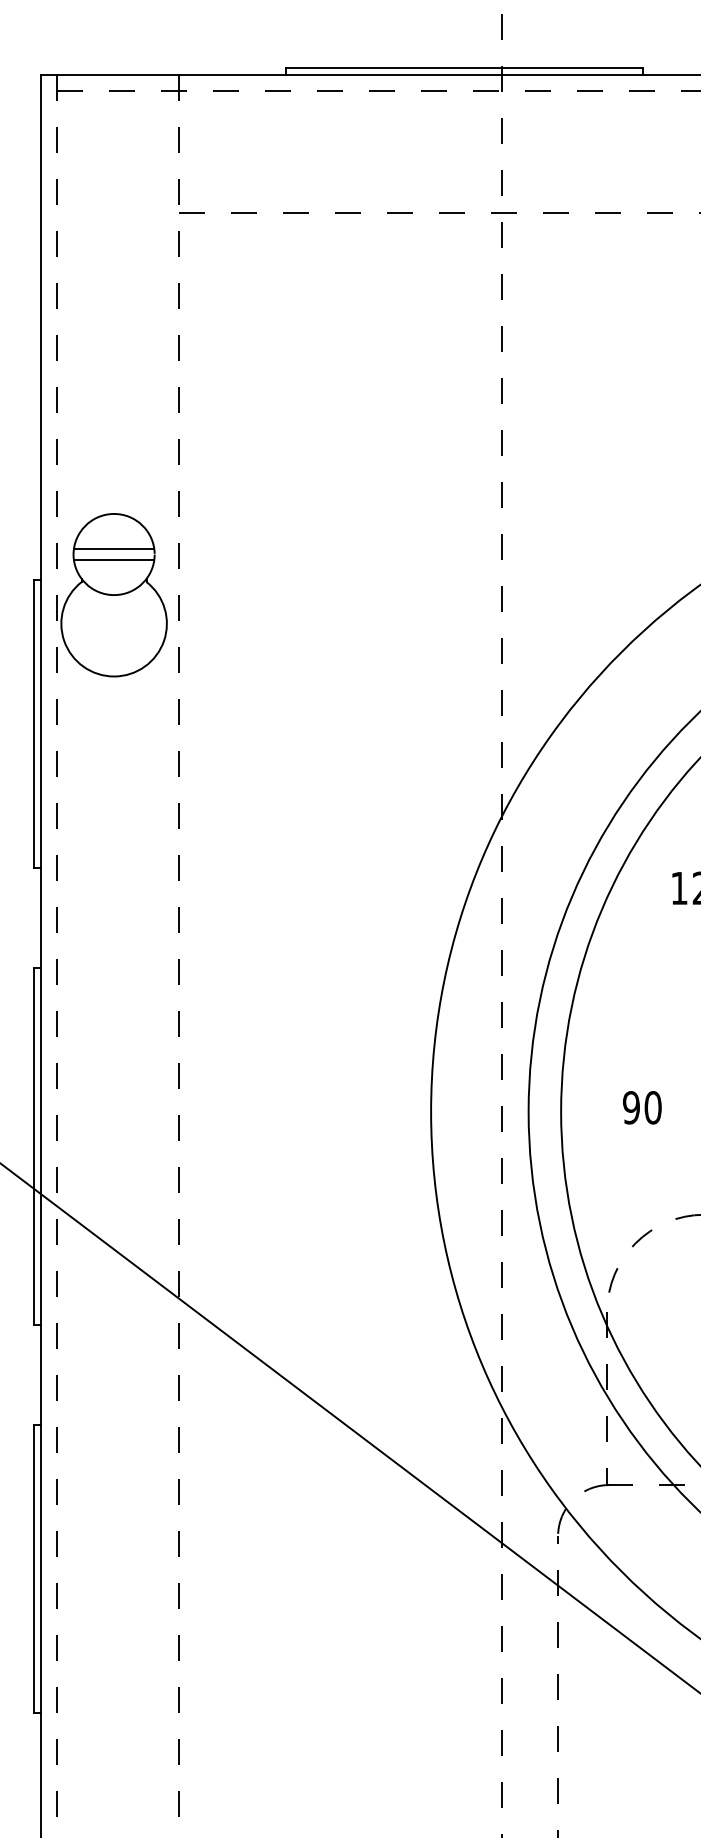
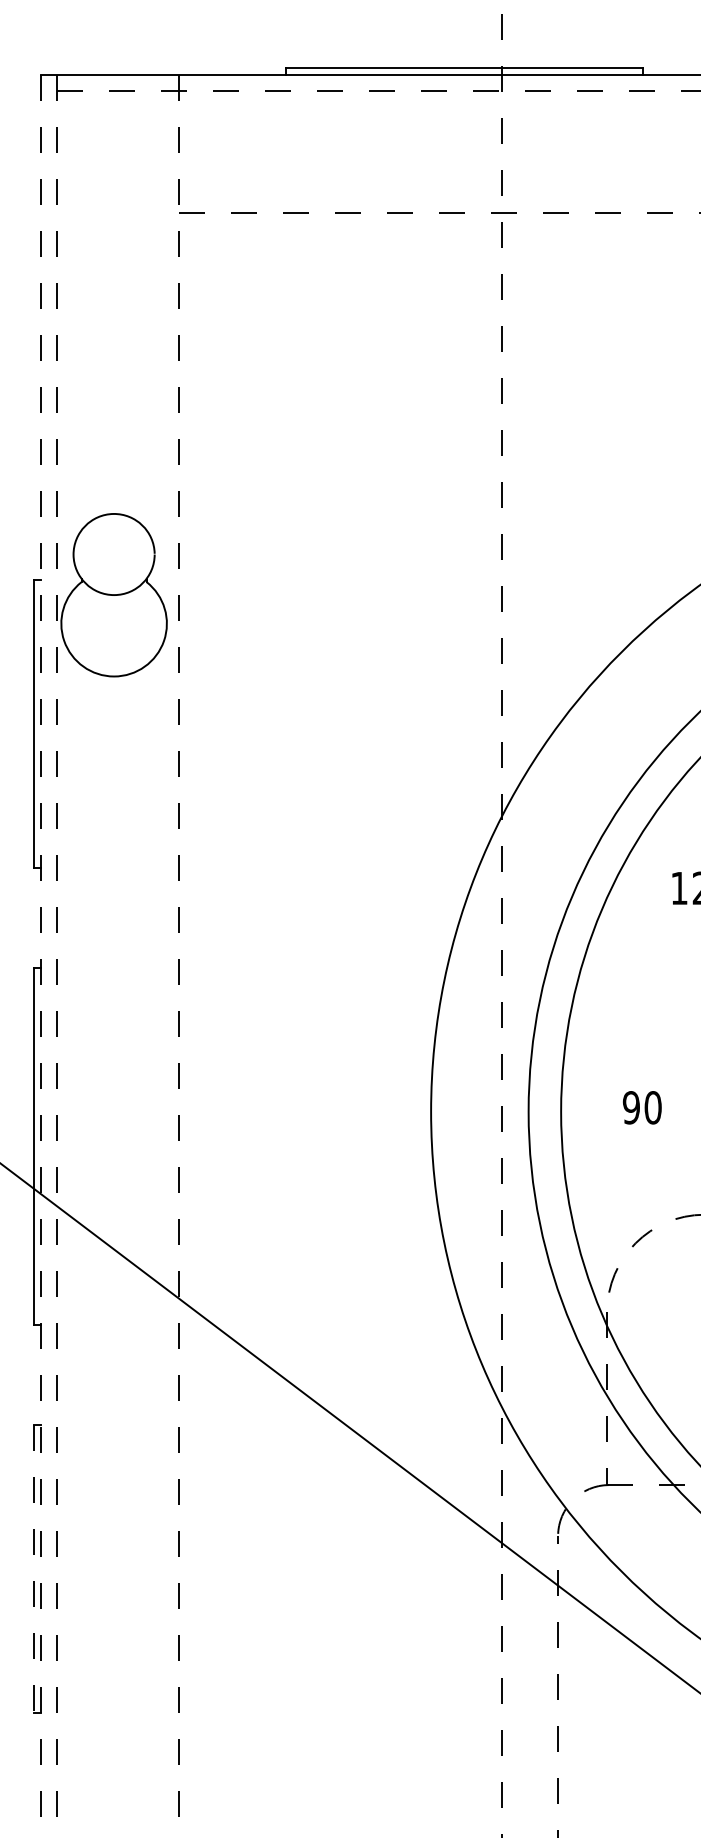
line at (113, 549): present -> none
line at (113, 559): present -> none
line at (41, 956): solid -> dashed
line at (33, 1569): solid -> dashed
